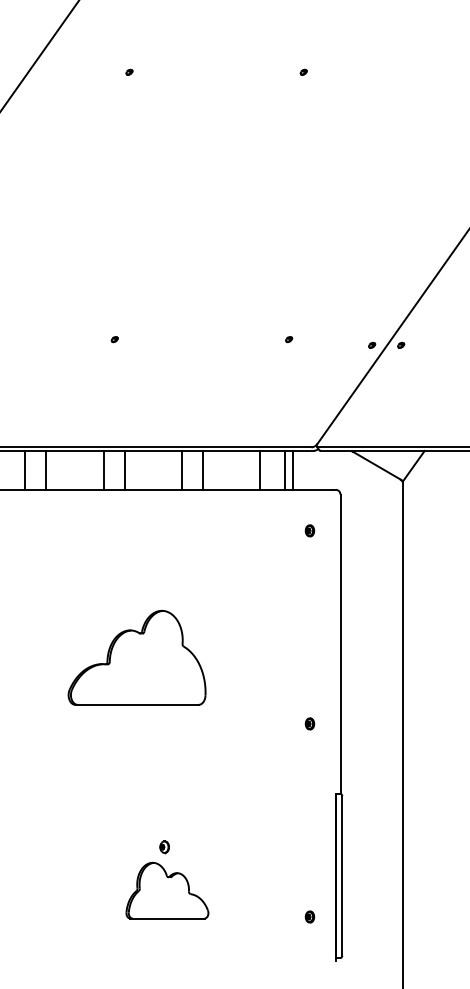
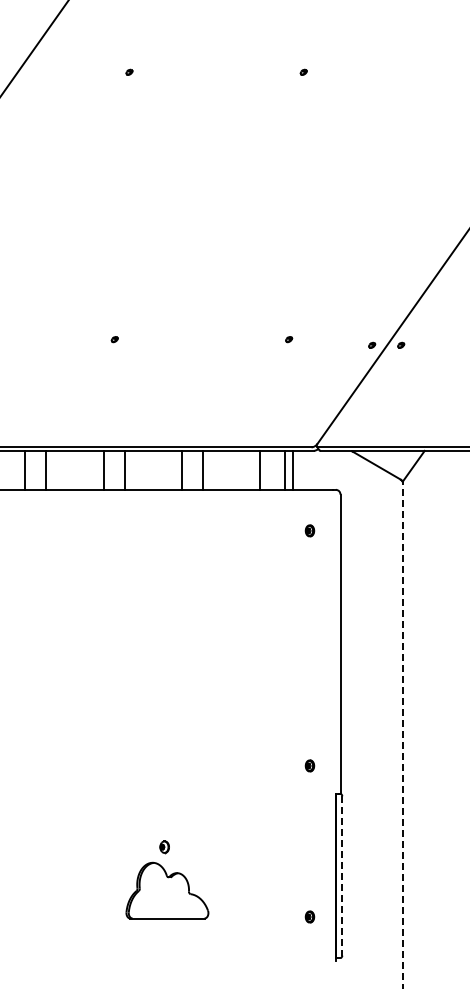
line at (39, 55) position: (39, 55) -> (34, 48)
part at (136, 657): present -> none
part at (309, 723) position: (309, 723) -> (309, 765)
line at (402, 734): solid -> dashed
line at (342, 875): solid -> dashed
